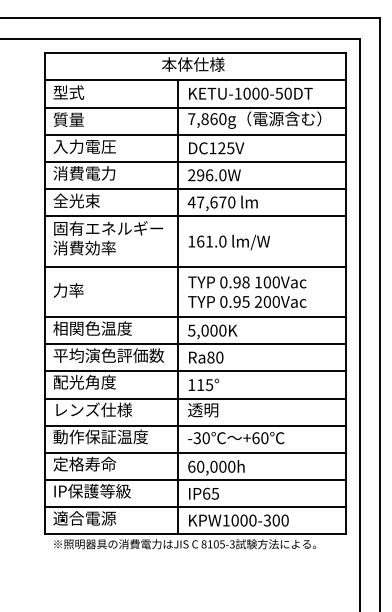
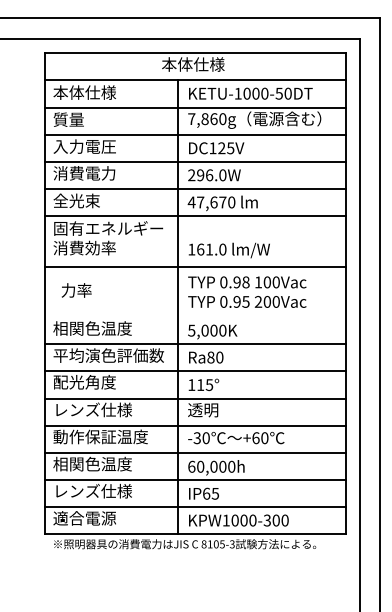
text at (84, 92): 型式 -> 本体仕様
text at (228, 242) position: (228, 242) -> (228, 250)
text at (68, 290) position: (68, 290) -> (76, 290)
line at (194, 316): present -> none
text at (92, 463): 定格寿命 -> 相関色温度
text at (92, 490): IP保護等級 -> レンズ仕様
